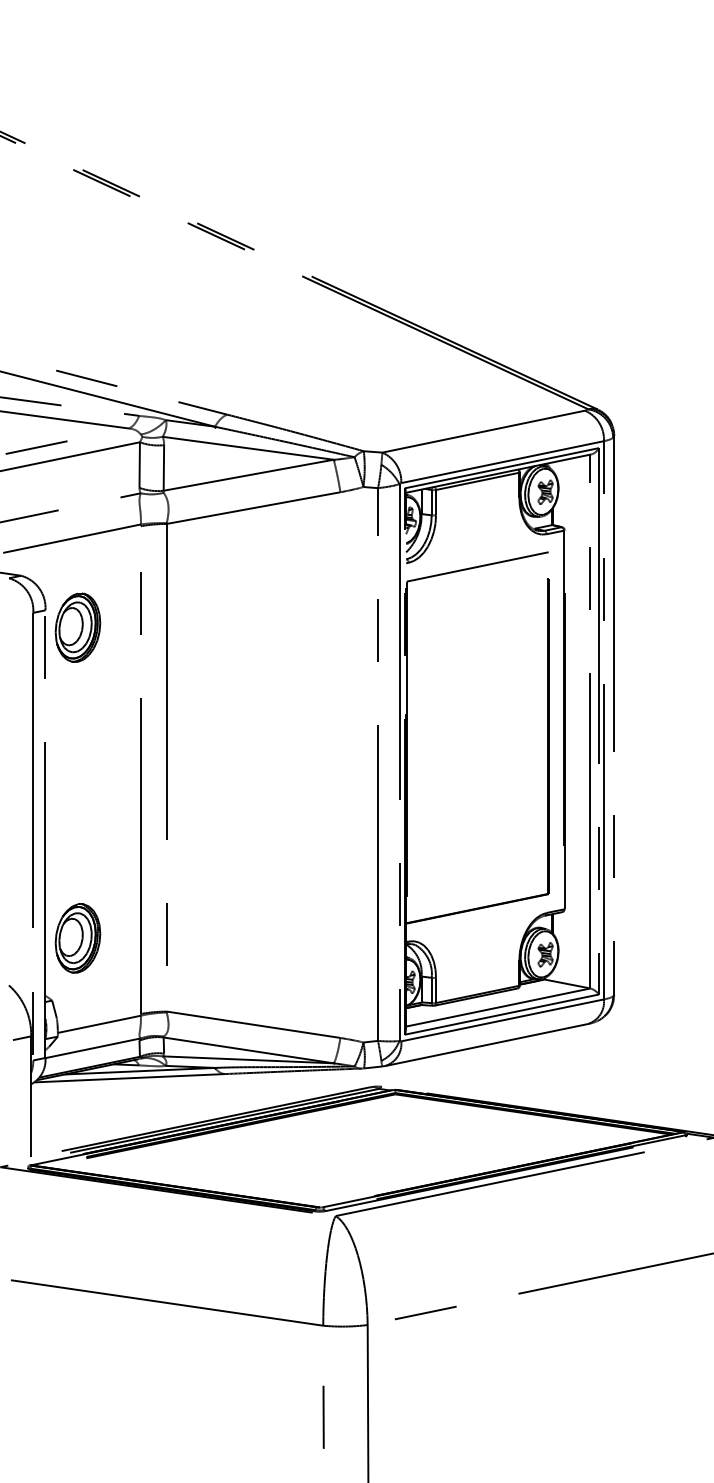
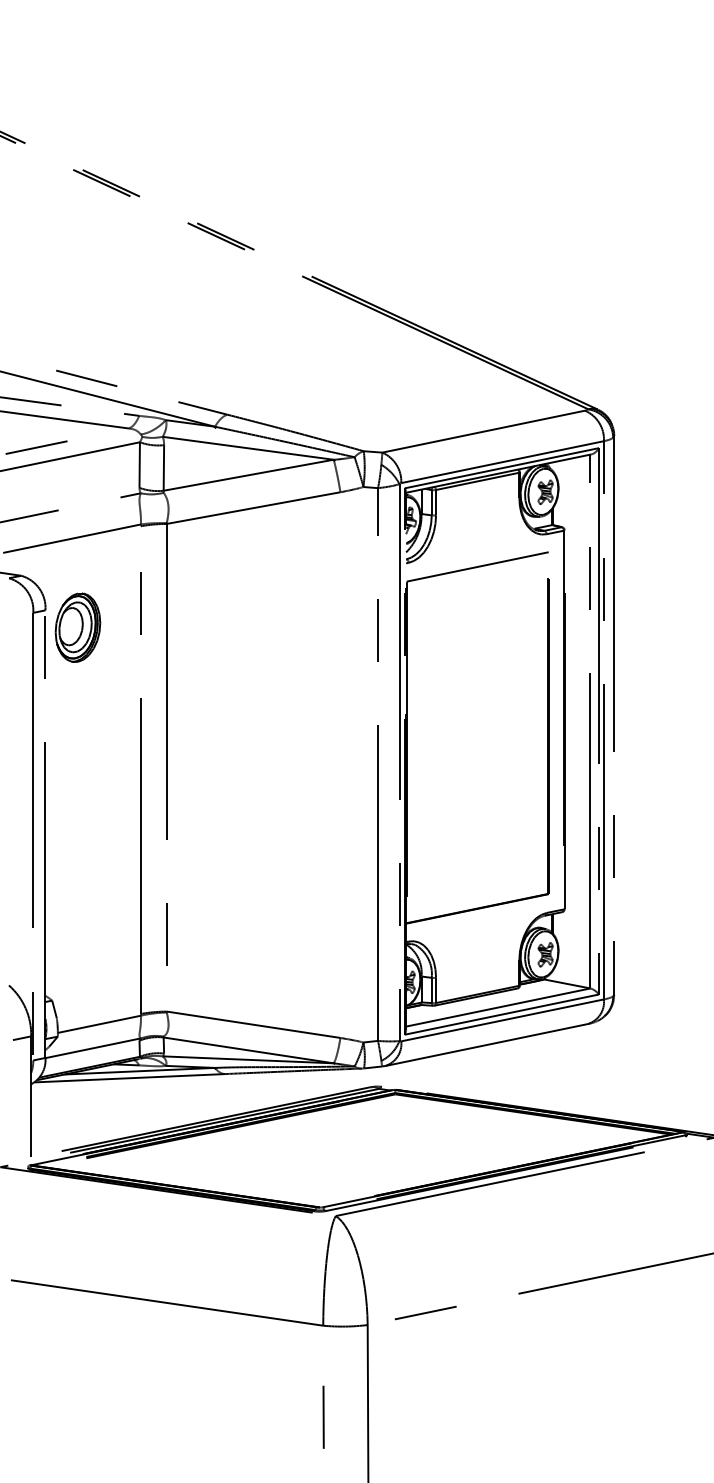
part at (77, 938): present -> none
